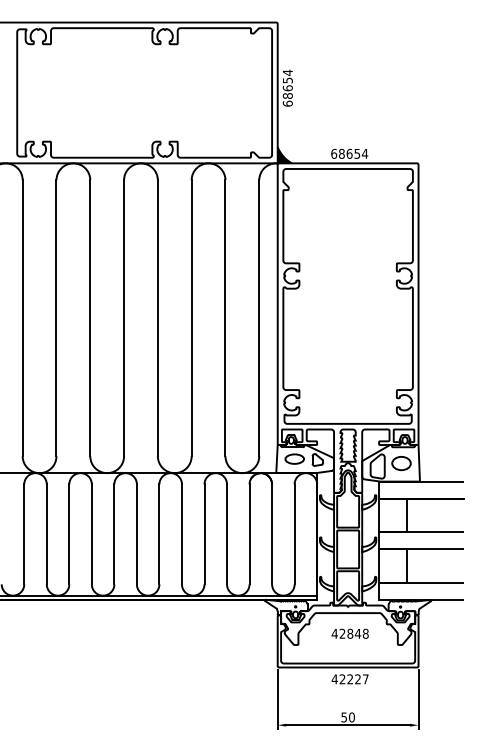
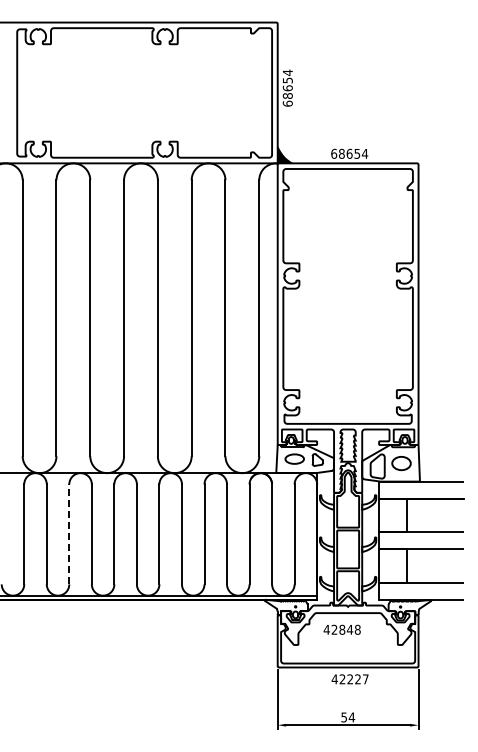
line at (69, 534): solid -> dashed
text at (349, 633) position: (349, 633) -> (341, 629)
text at (351, 717): 50 -> 54
